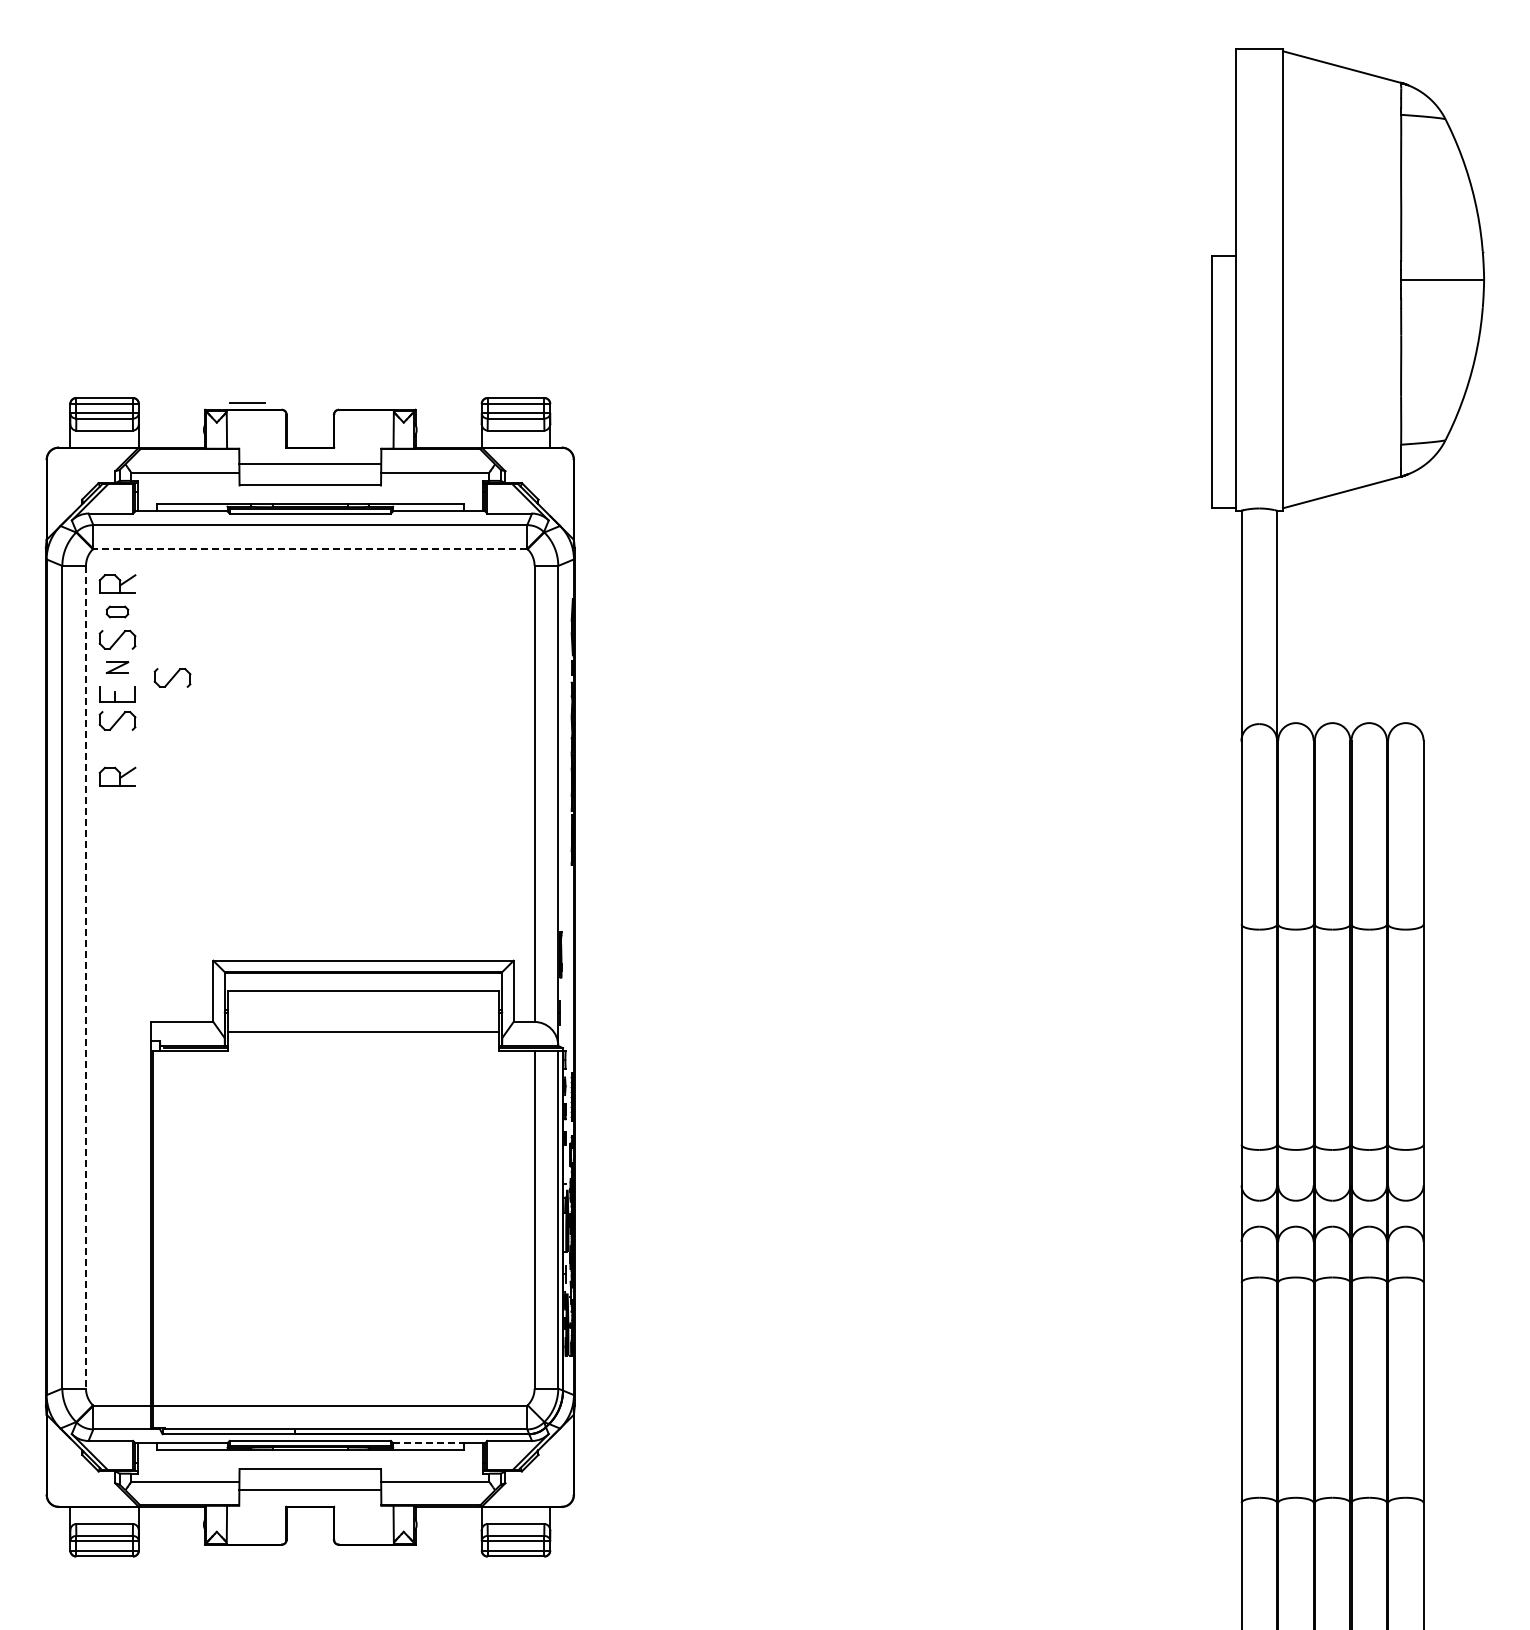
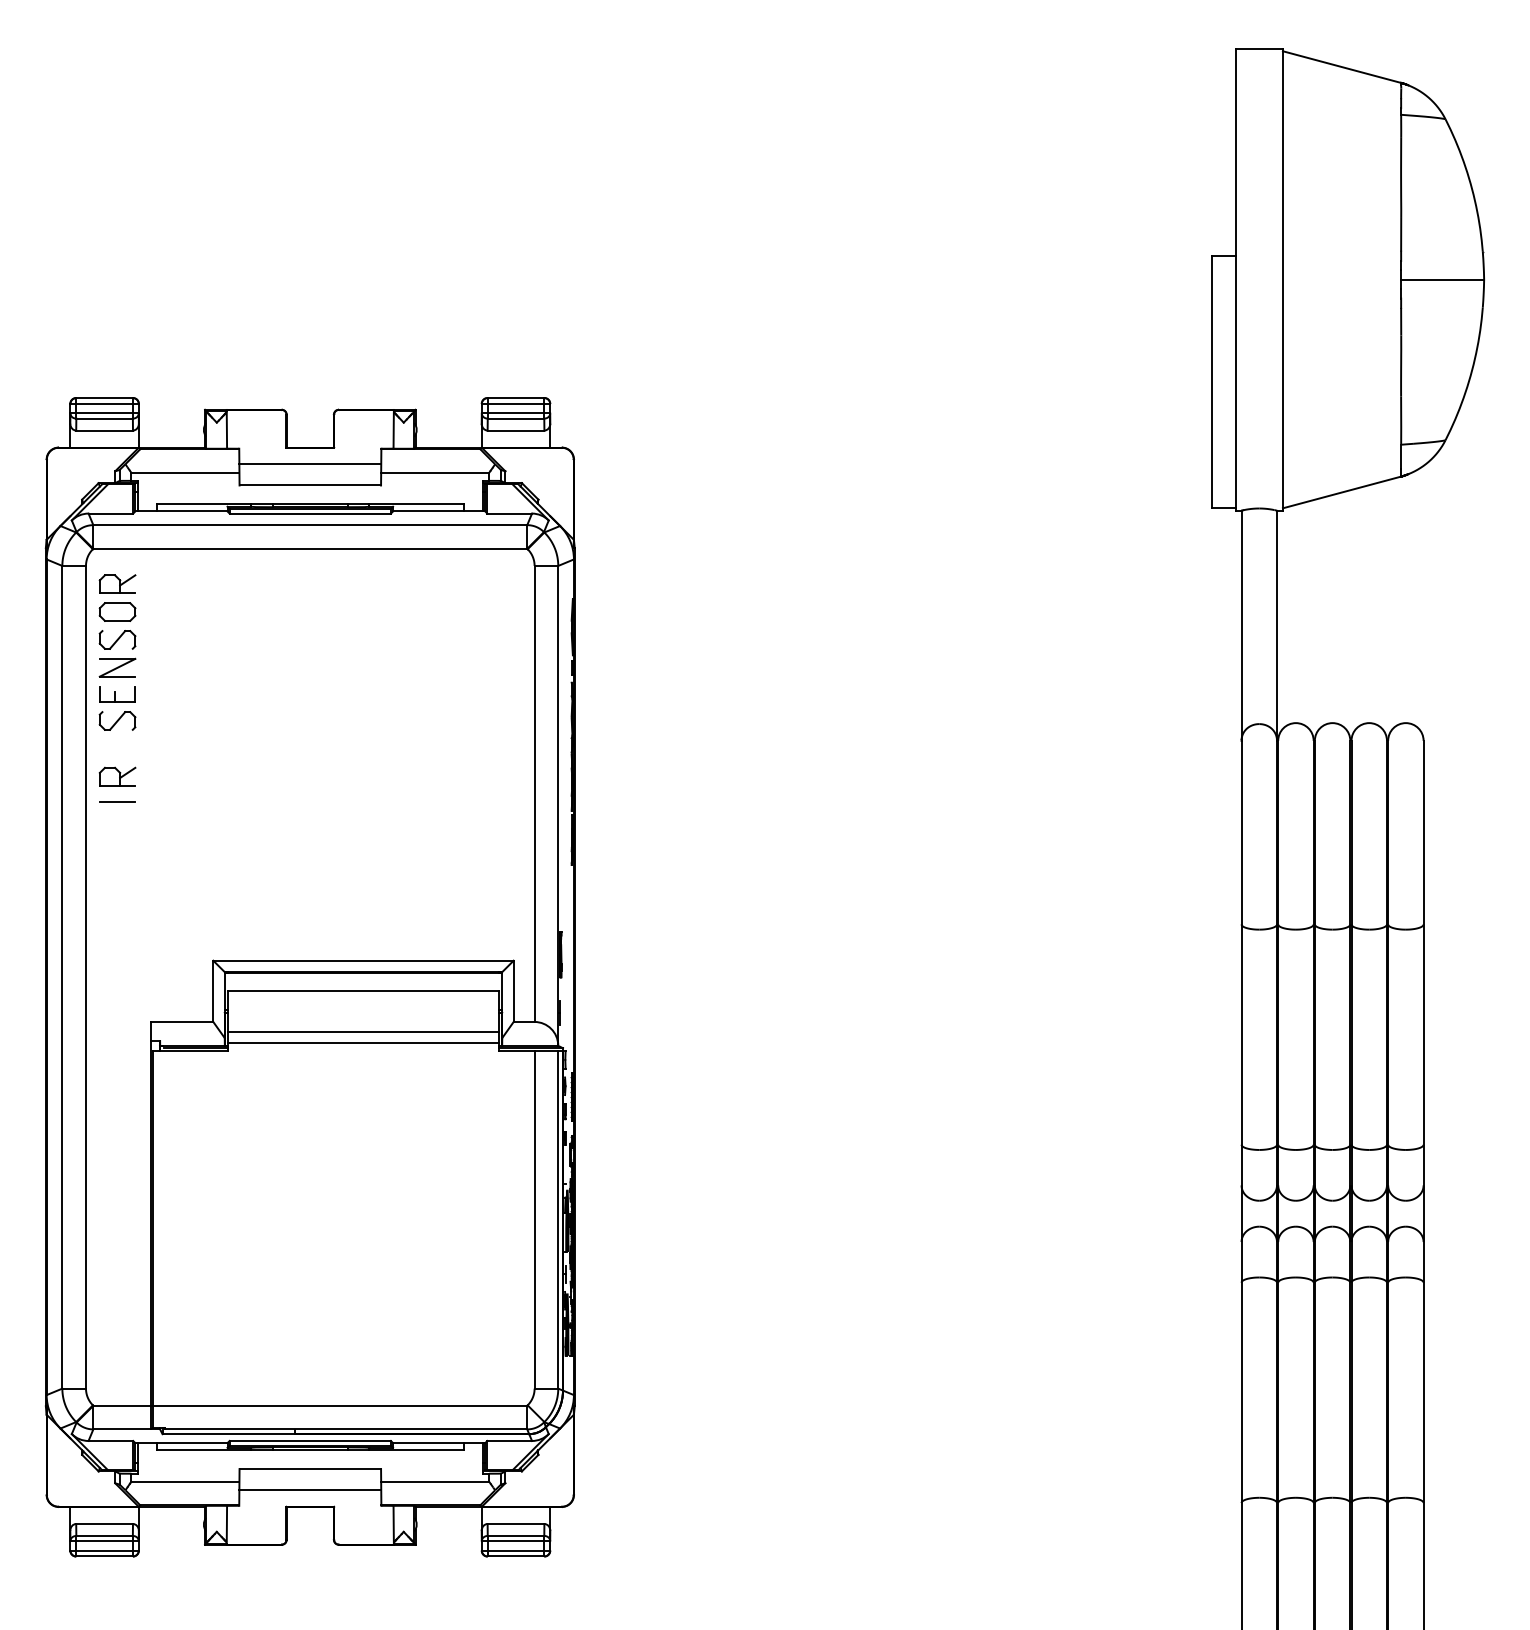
line at (247, 402) position: (247, 402) -> (117, 801)
line at (310, 548): dashed -> solid
part at (117, 611) size: 25x14 px -> 39x20 px
part at (117, 667) size: 25x13 px -> 39x21 px
part at (172, 677): present -> none
line at (86, 977): dashed -> solid
line at (363, 1043): none -> present
line at (429, 1443): dashed -> solid
